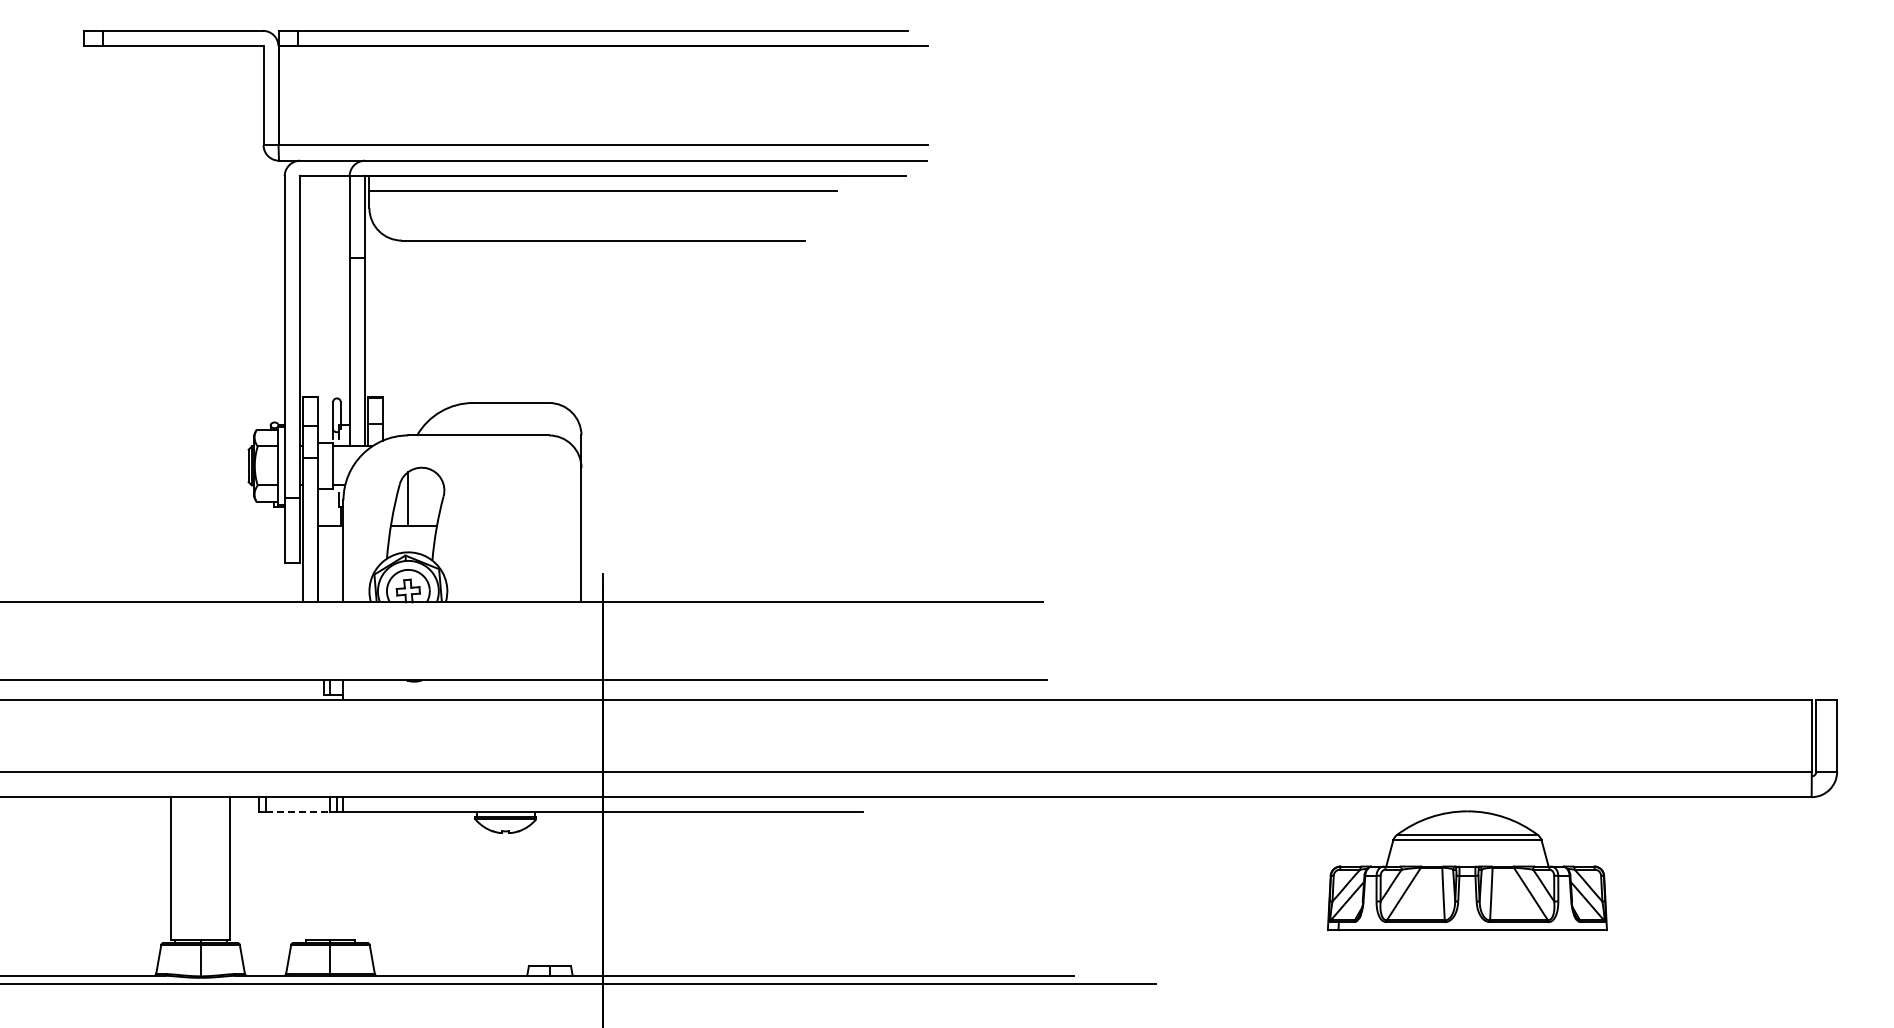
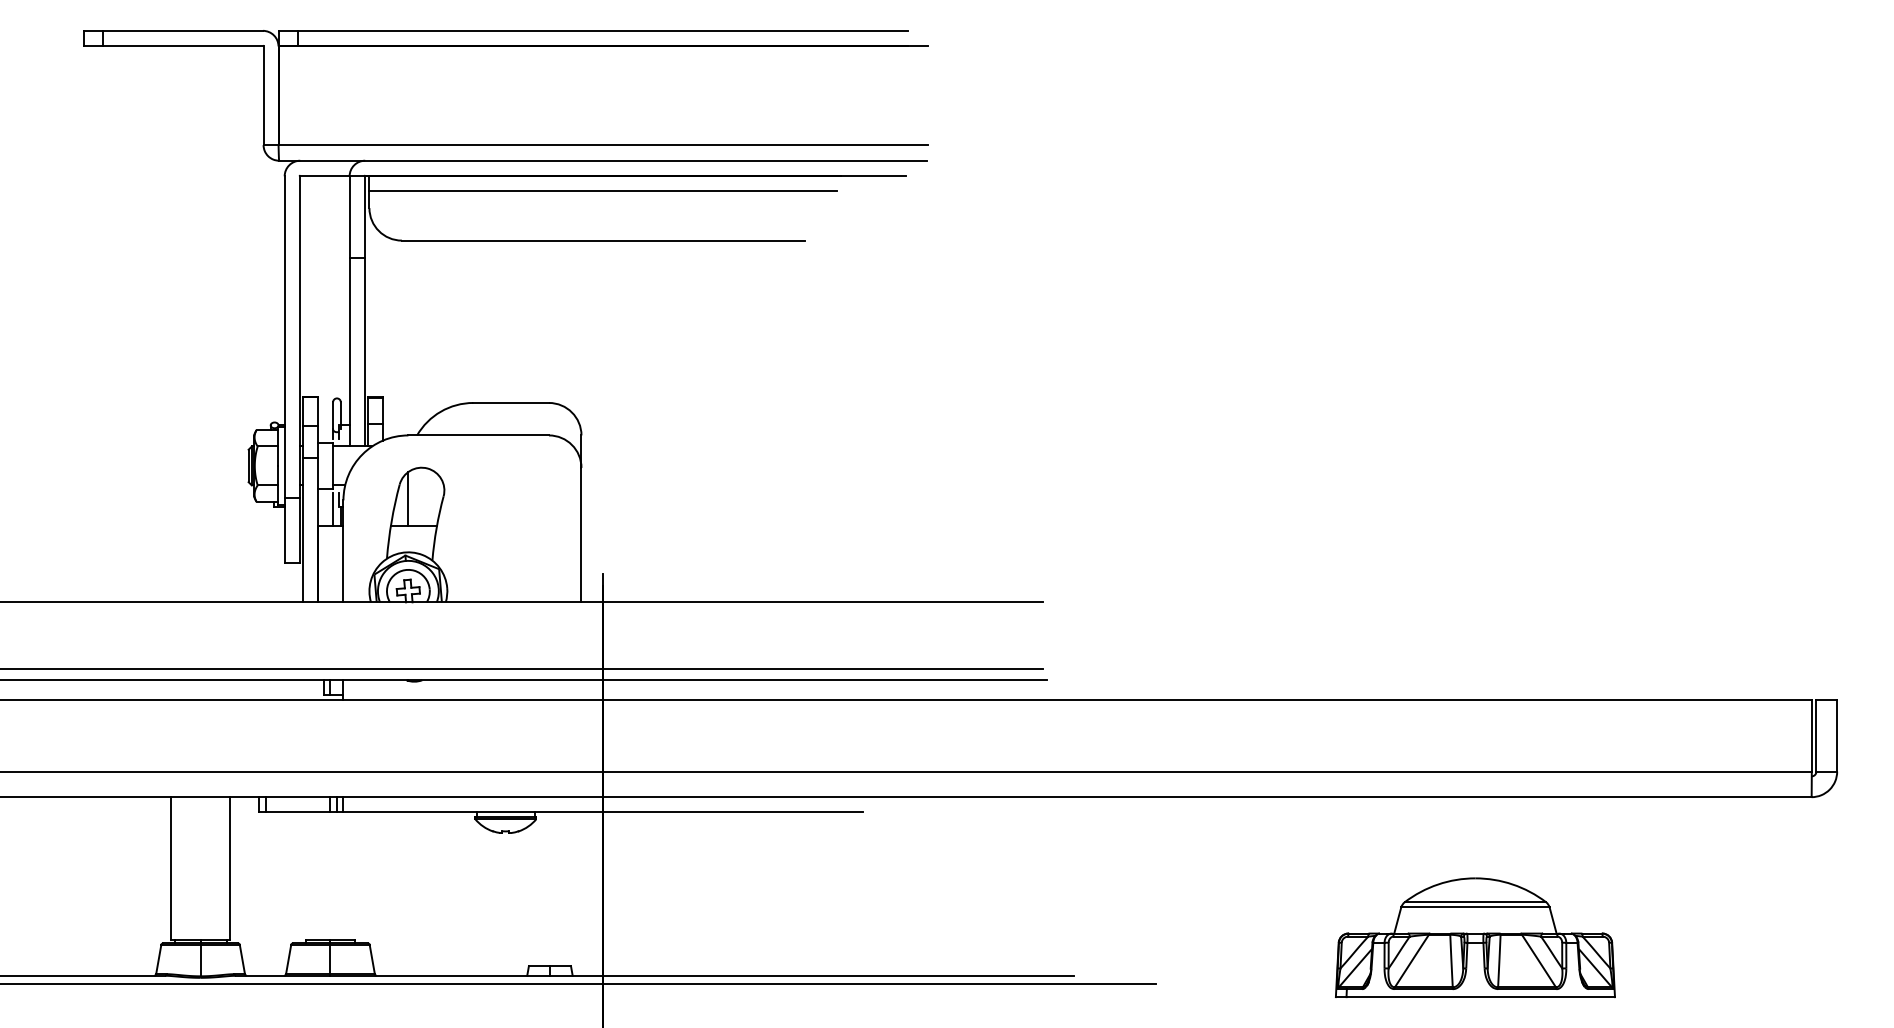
line at (333, 509): none -> present
line at (522, 669): none -> present
line at (298, 812): dashed -> solid
part at (1467, 870) position: (1467, 870) -> (1475, 937)
